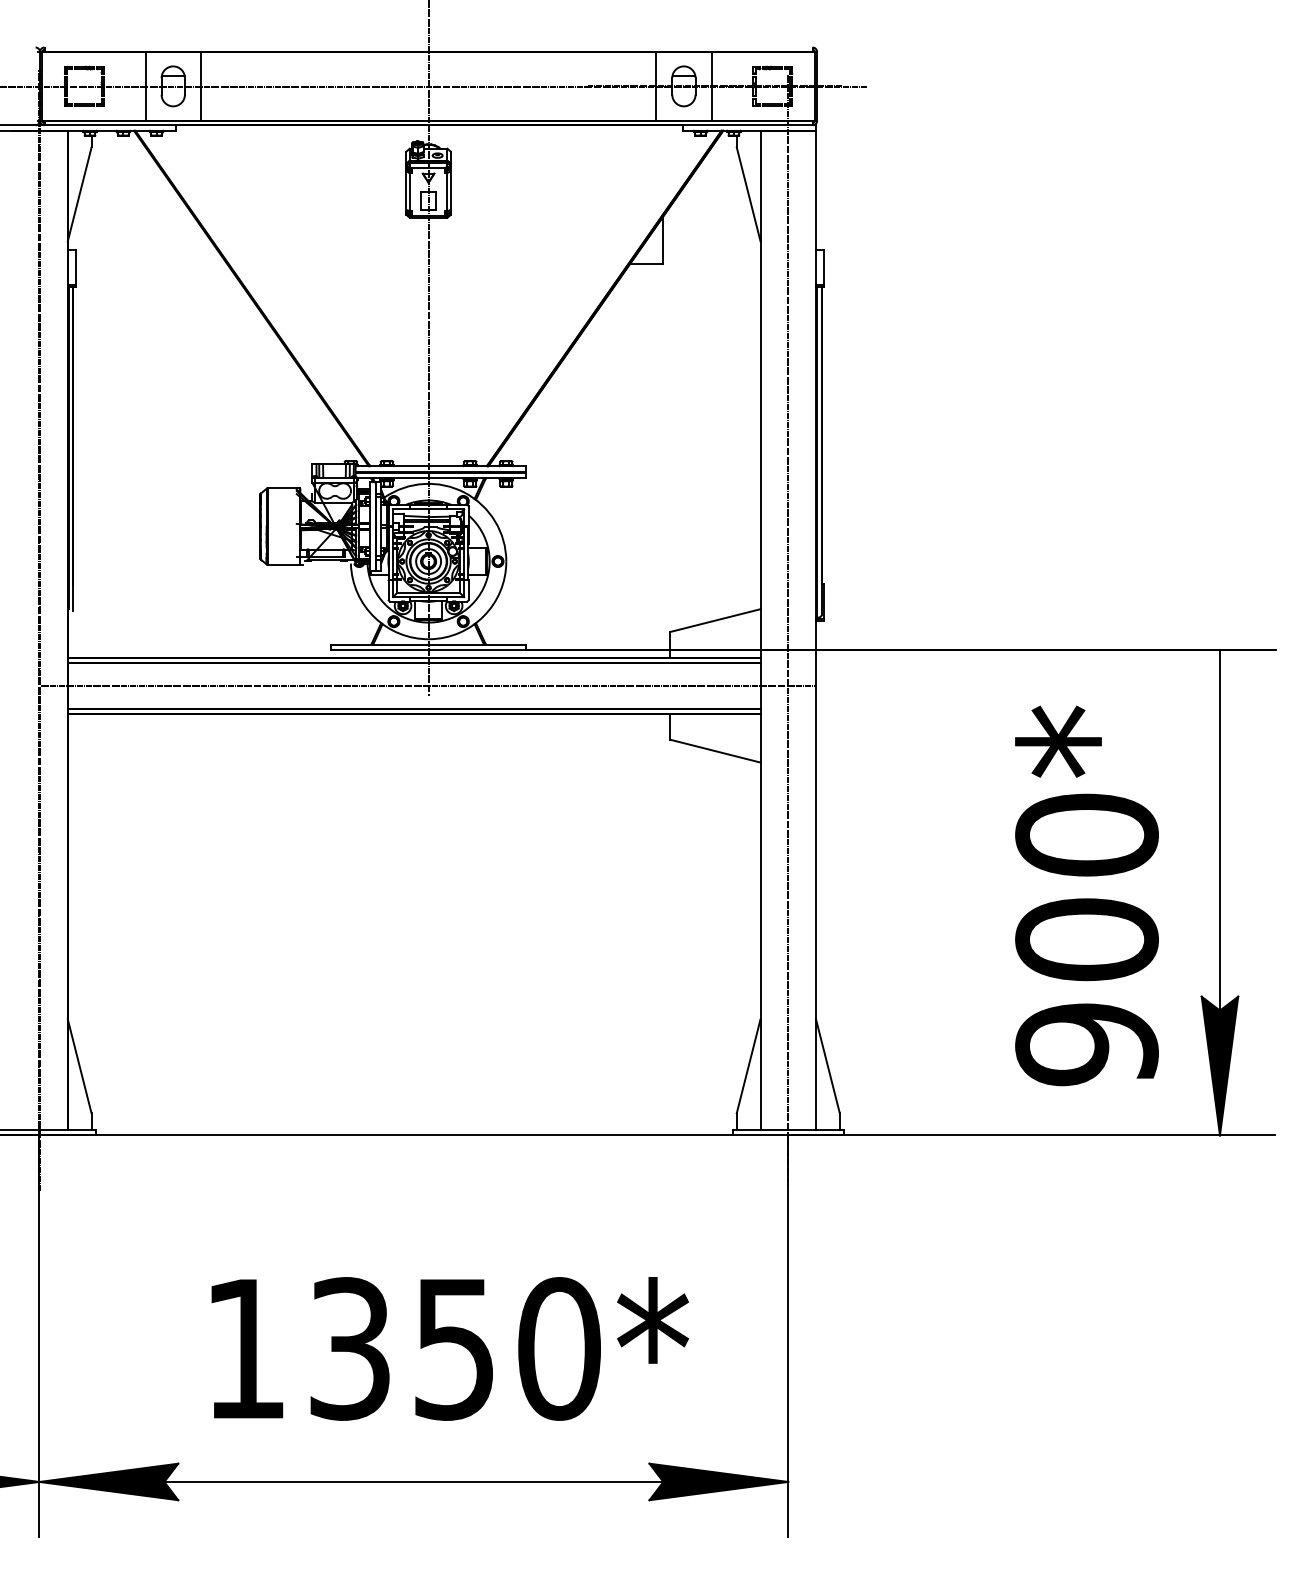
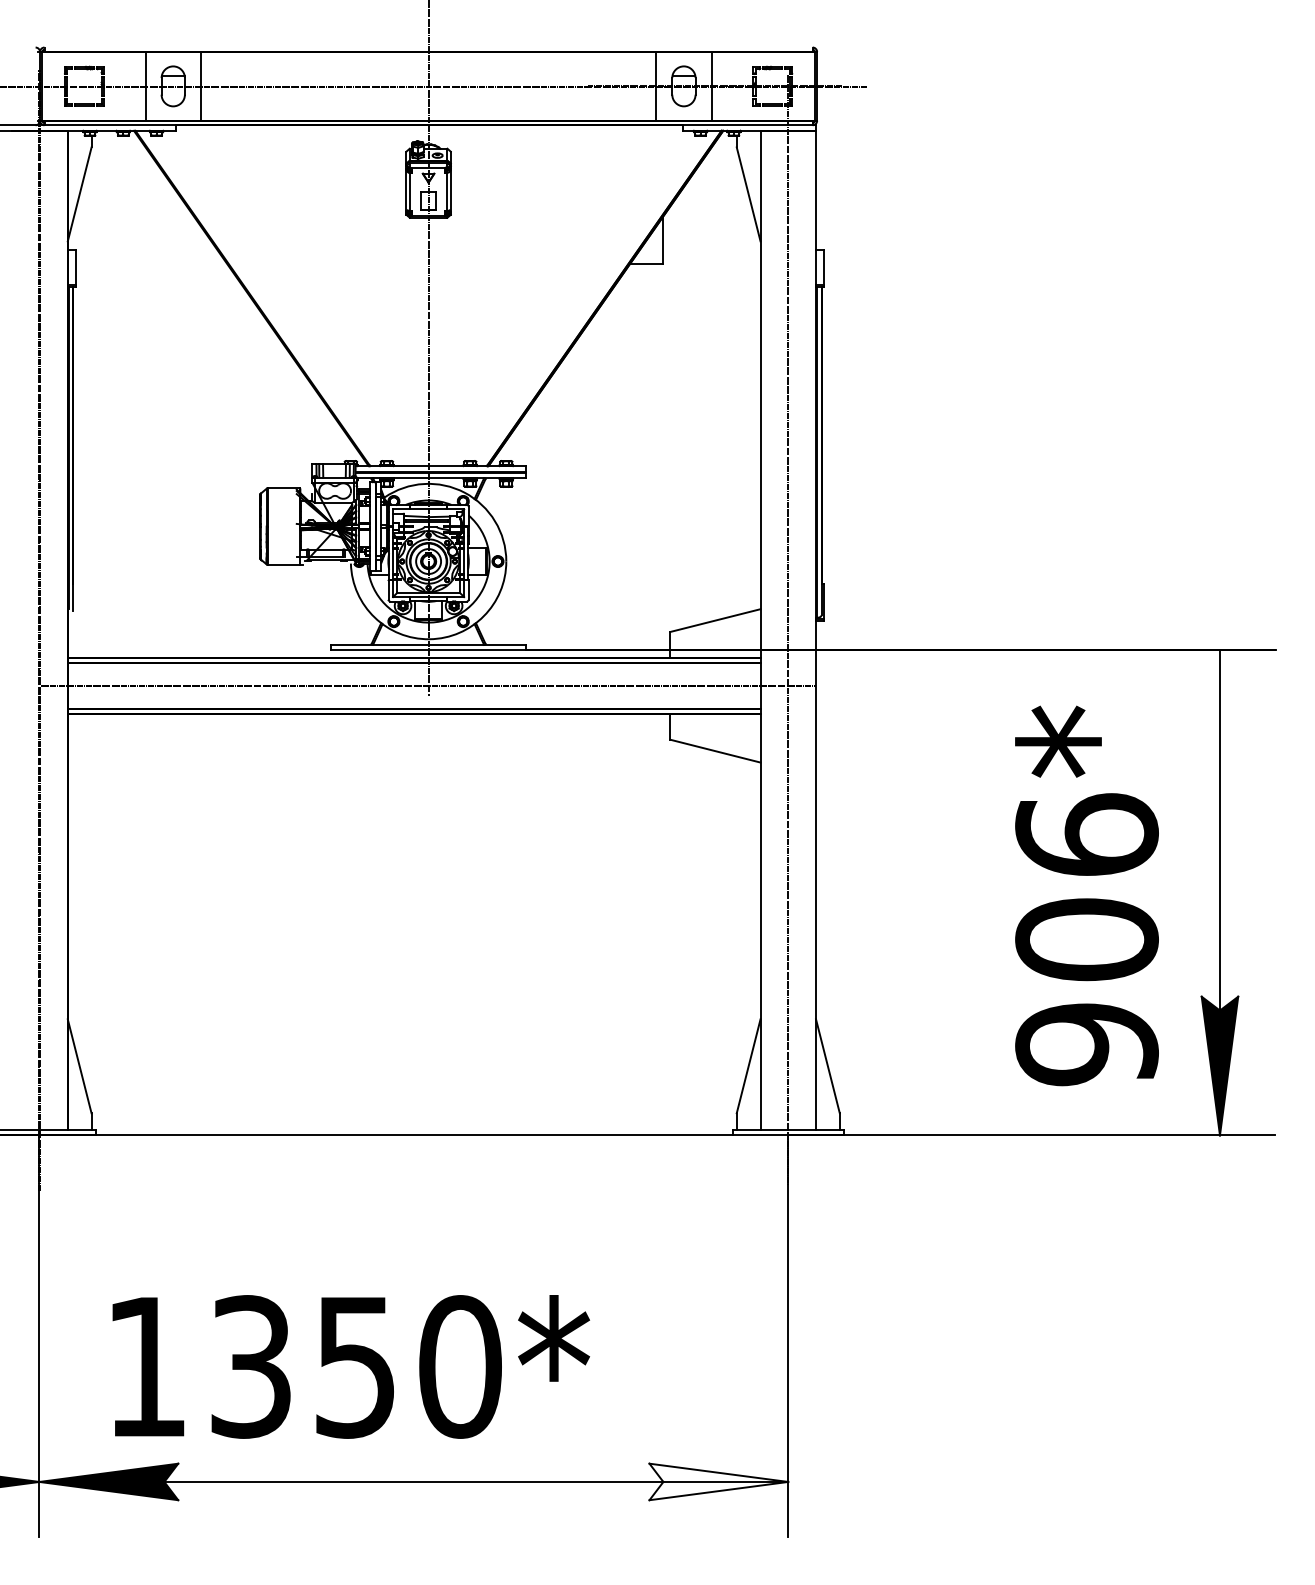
text at (1086, 834): 900* -> 906*
text at (449, 1348) position: (449, 1348) -> (350, 1366)
fill at (718, 1481): present -> none
